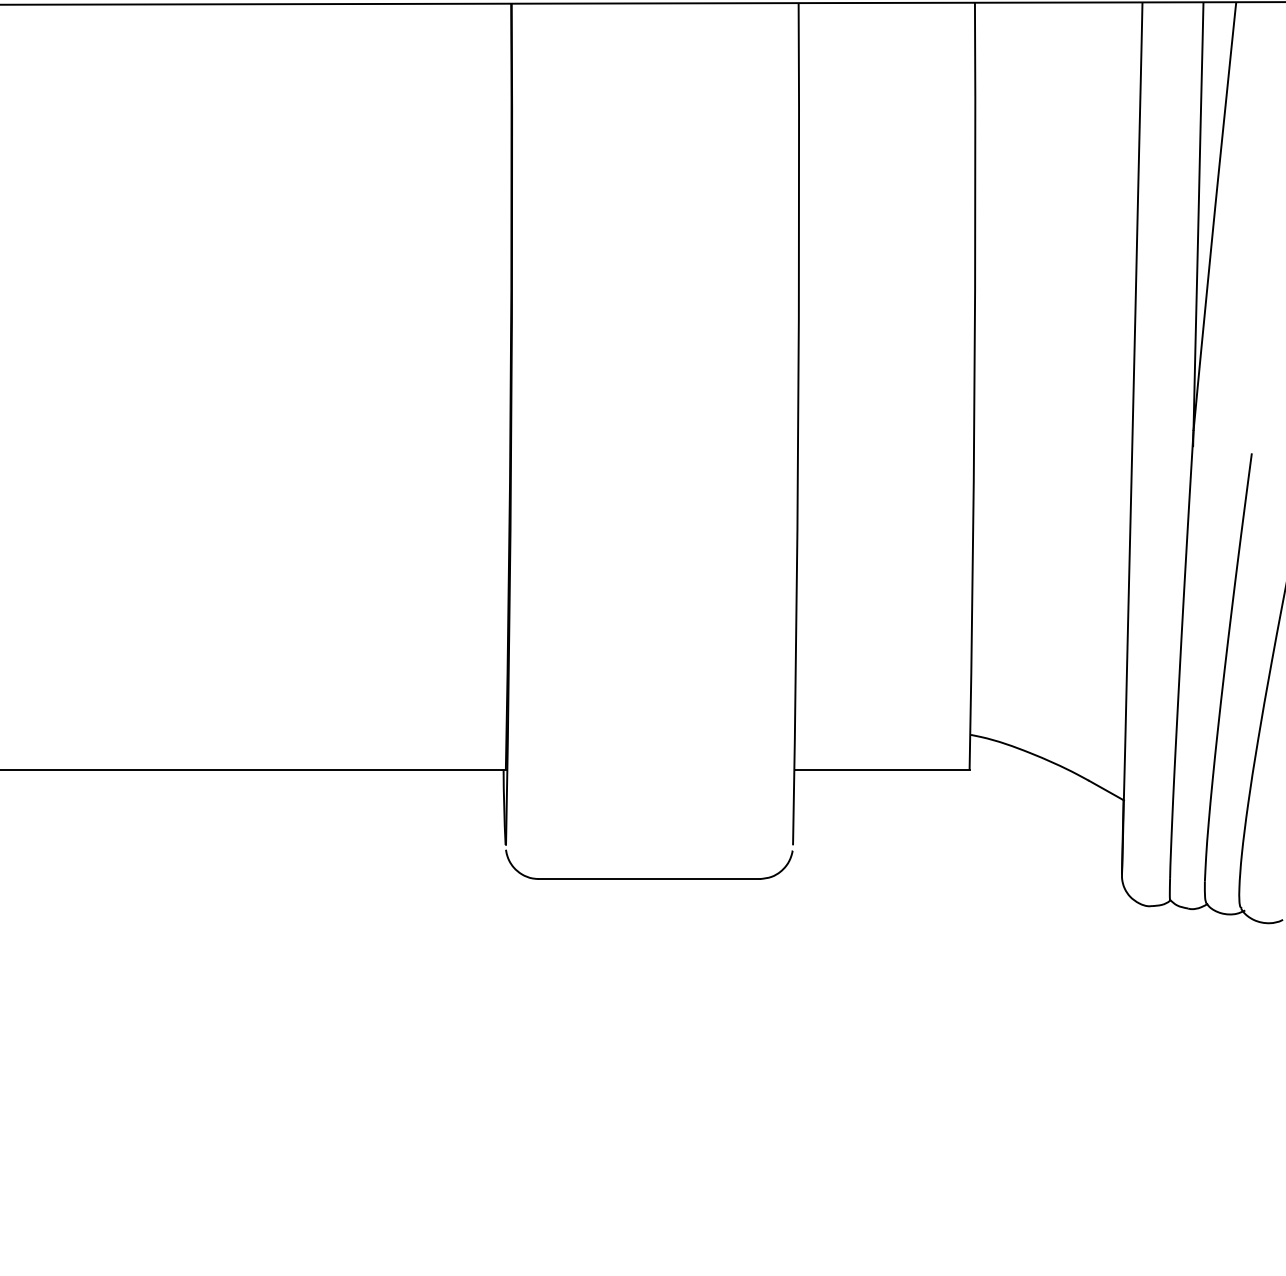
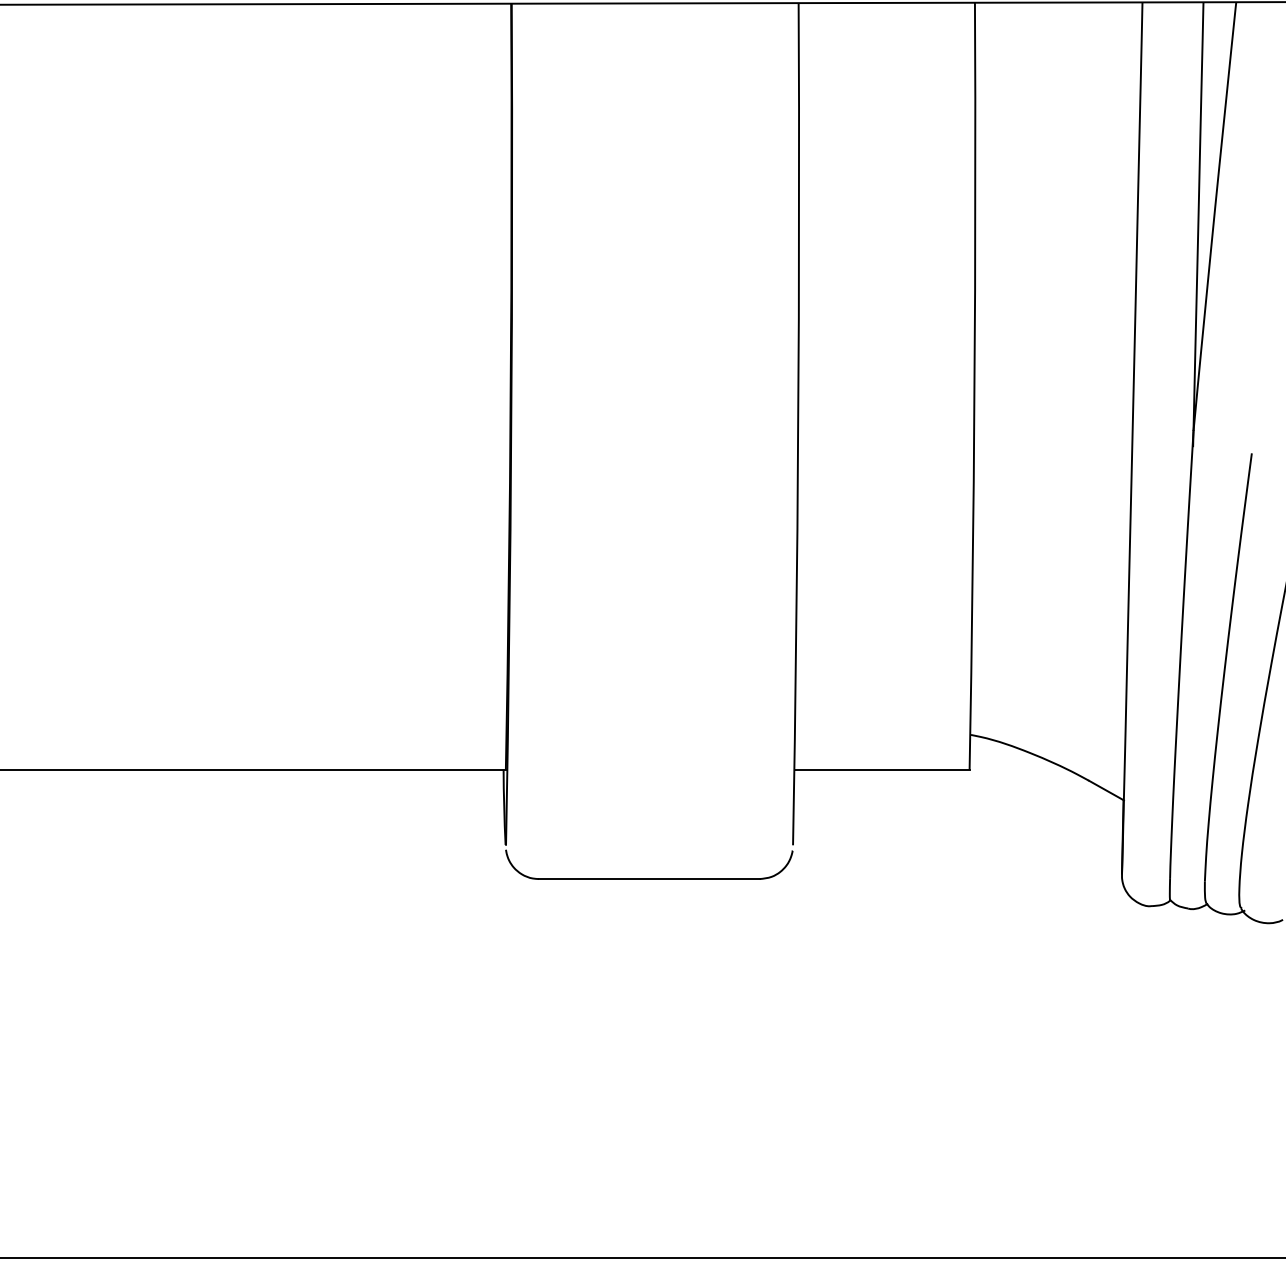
line at (642, 1257): none -> present
